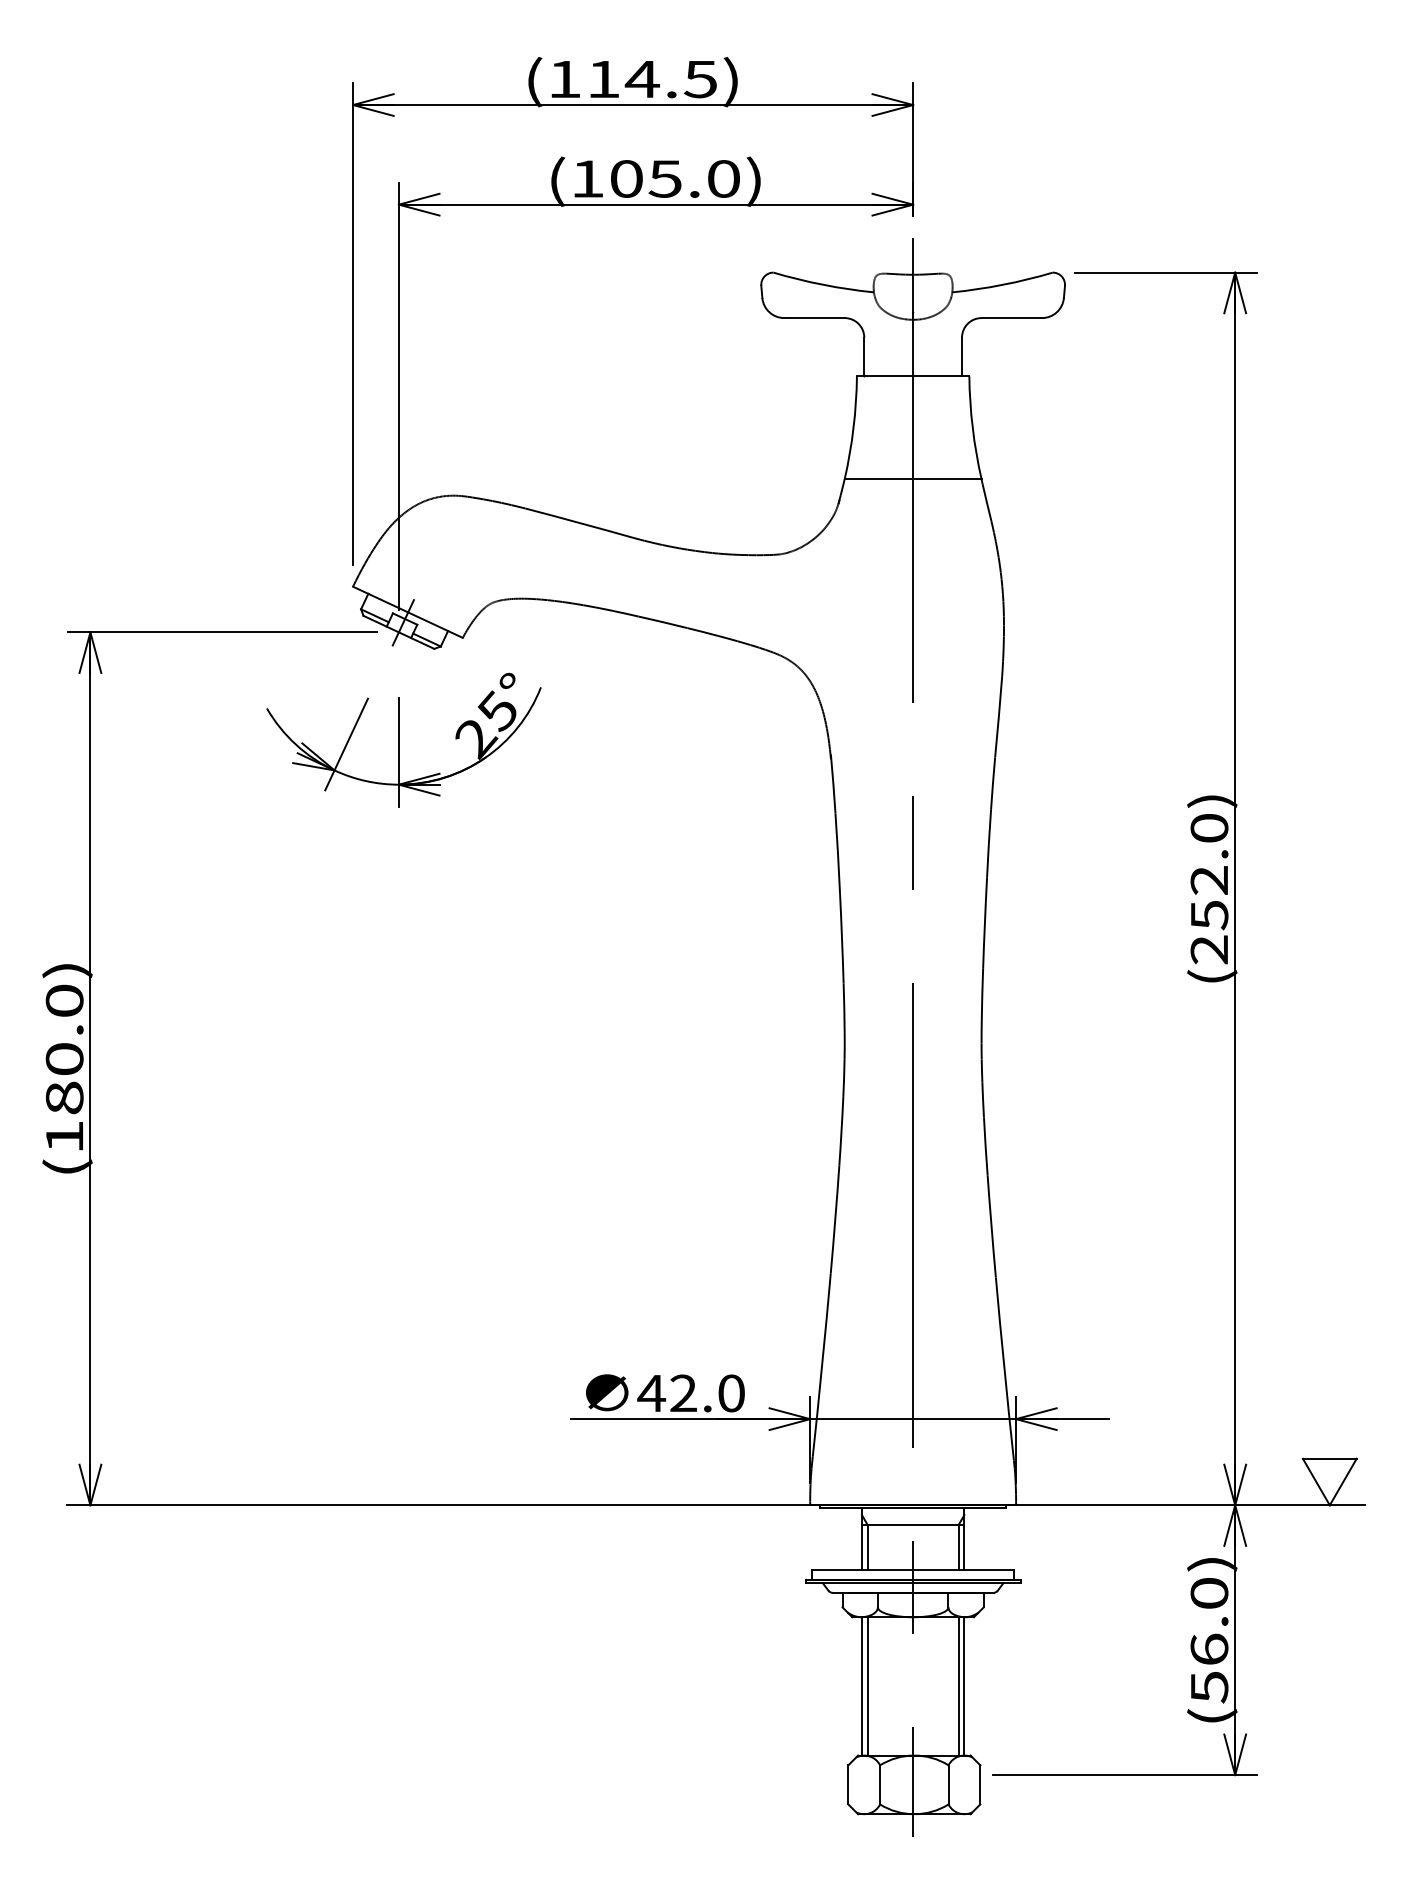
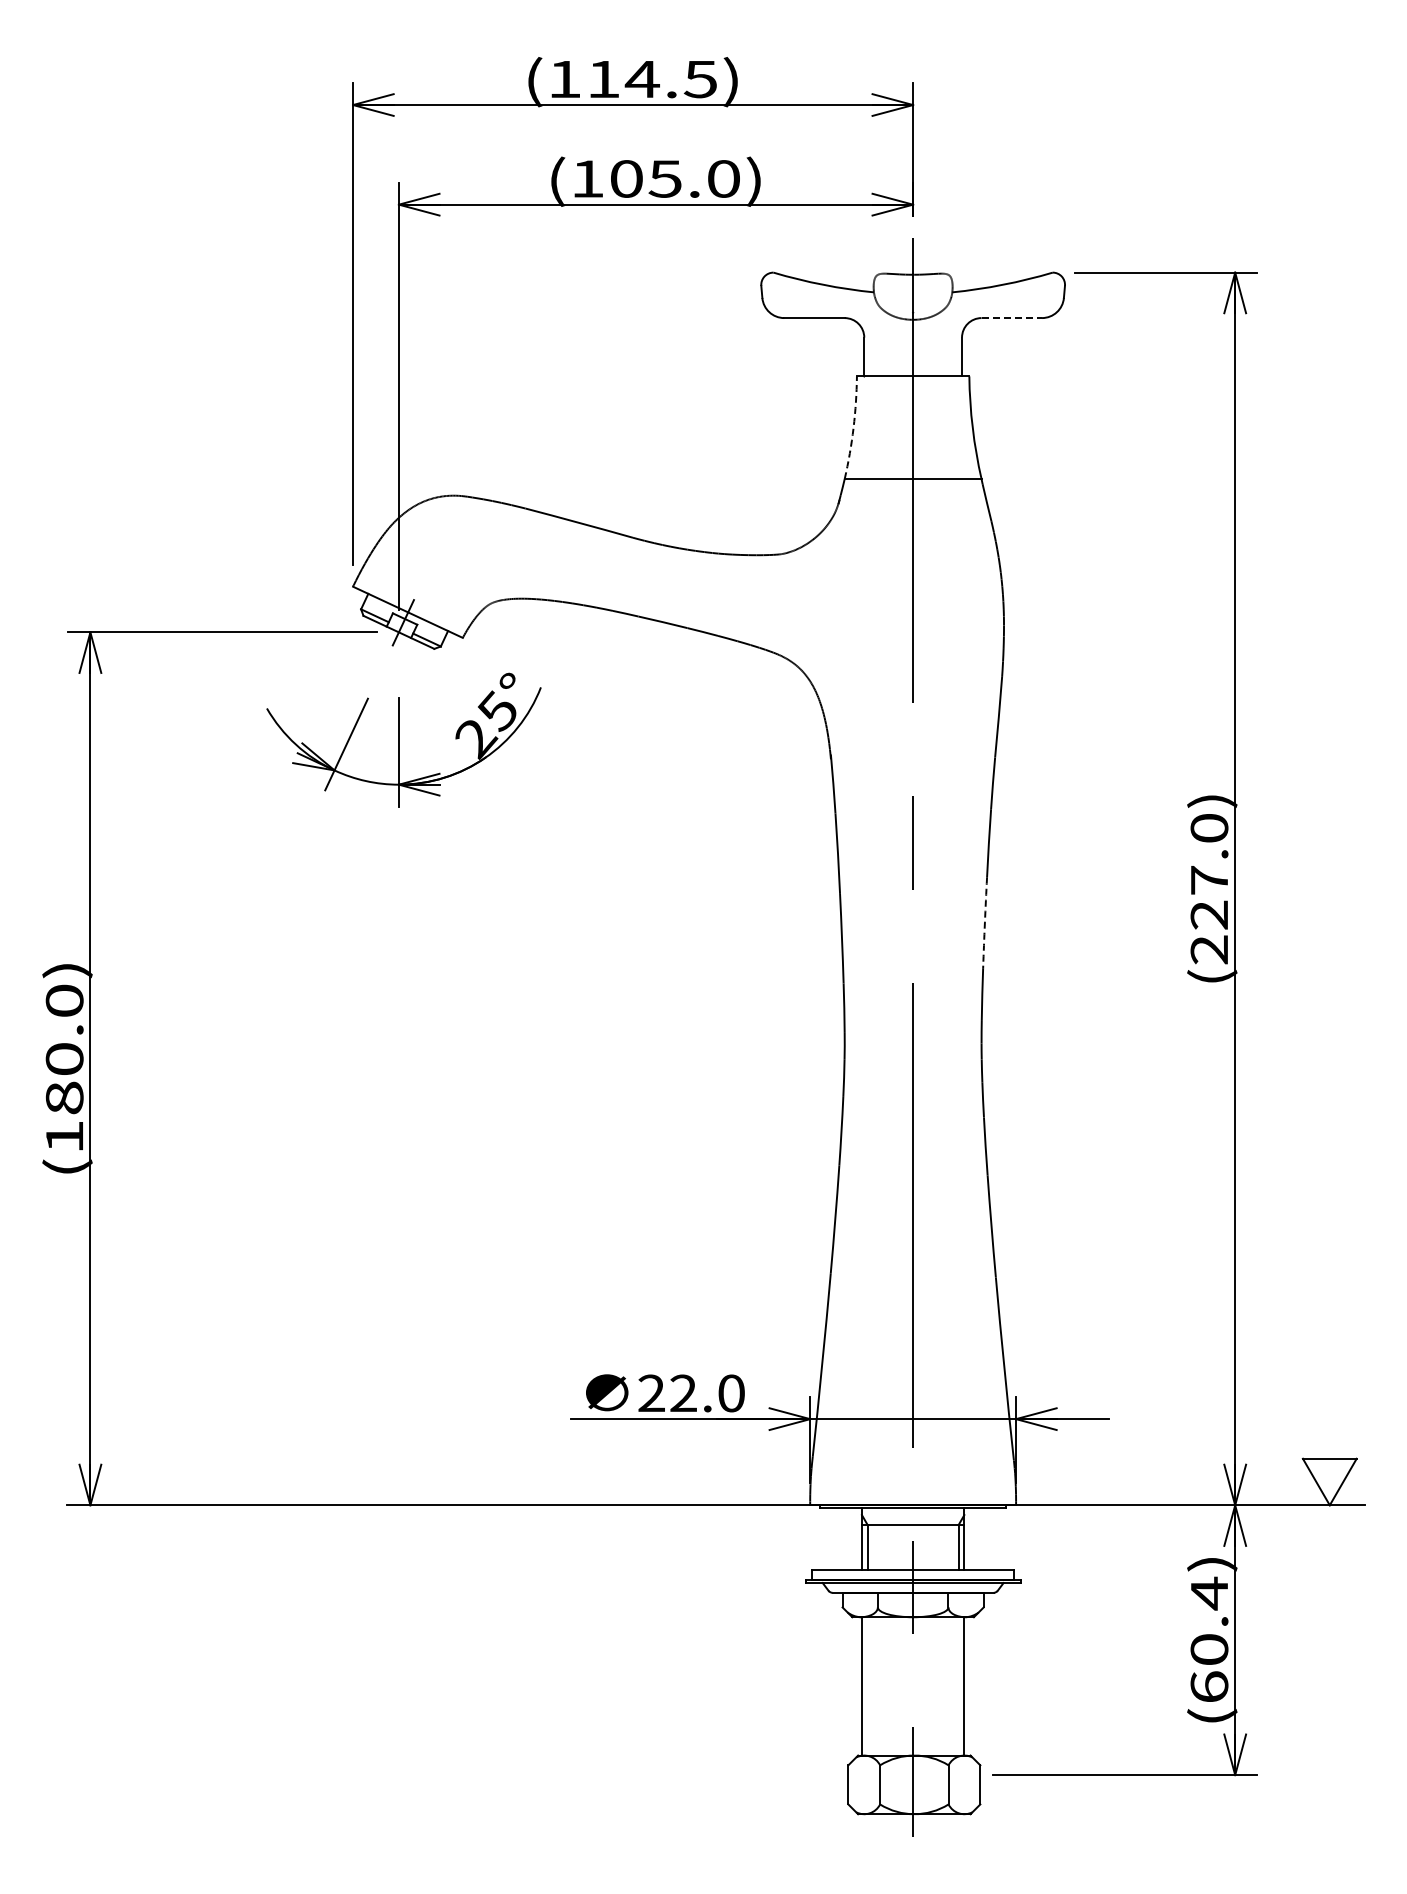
line at (1012, 318): solid -> dashed
arc at (853, 428): solid -> dashed
text at (1209, 898): (252.0) -> (227.0)
arc at (984, 922): solid -> dashed
text at (651, 1392): 42.0 -> 22.0
text at (1209, 1639): (56.0) -> (60.4)
line at (867, 1686): present -> none
line at (958, 1686): present -> none
